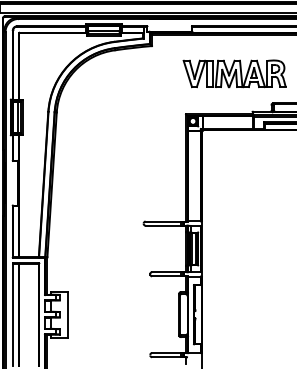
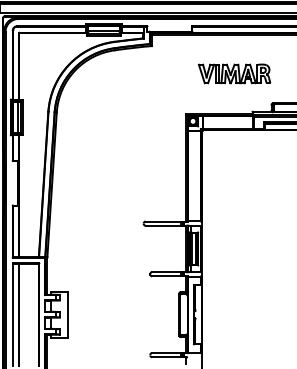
part at (234, 73) size: 105x30 px -> 74x22 px
